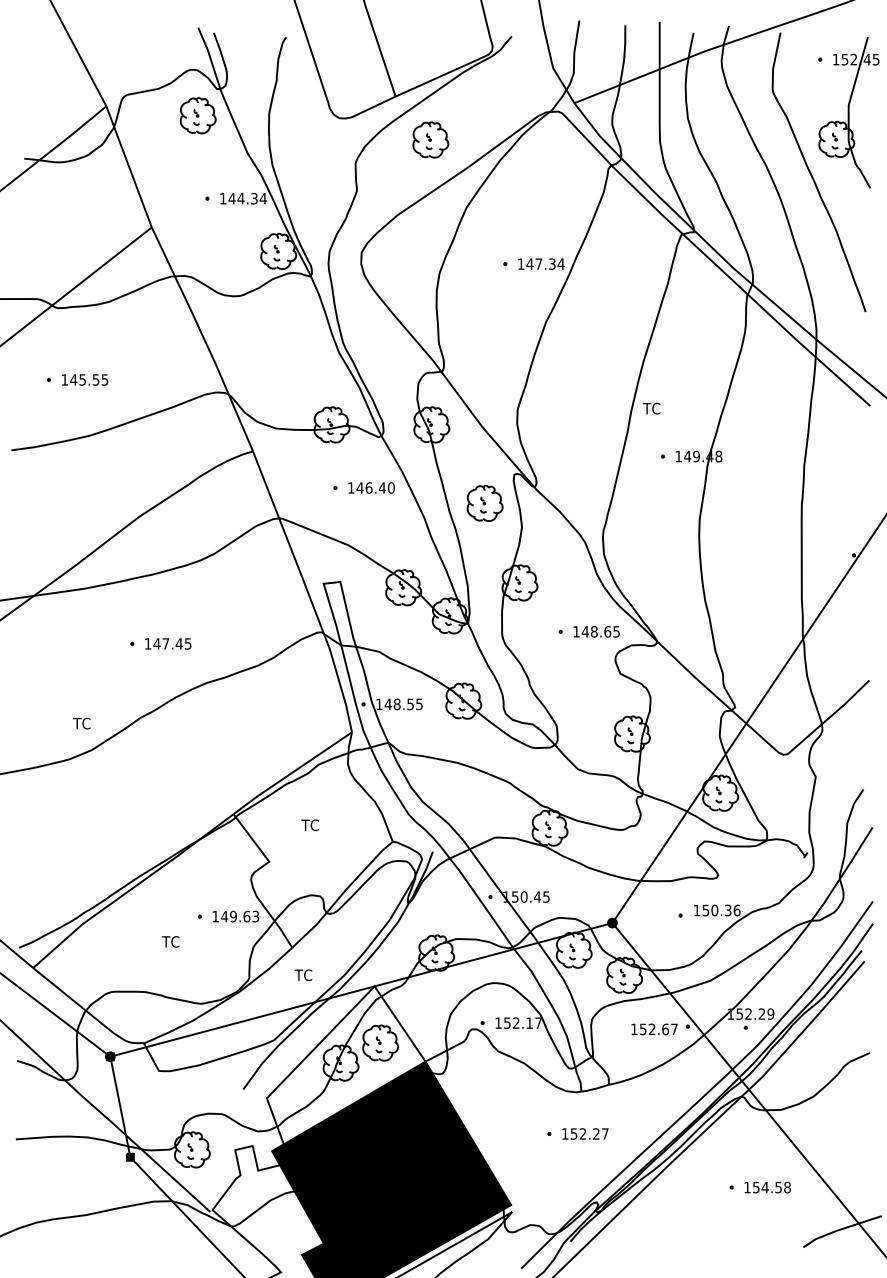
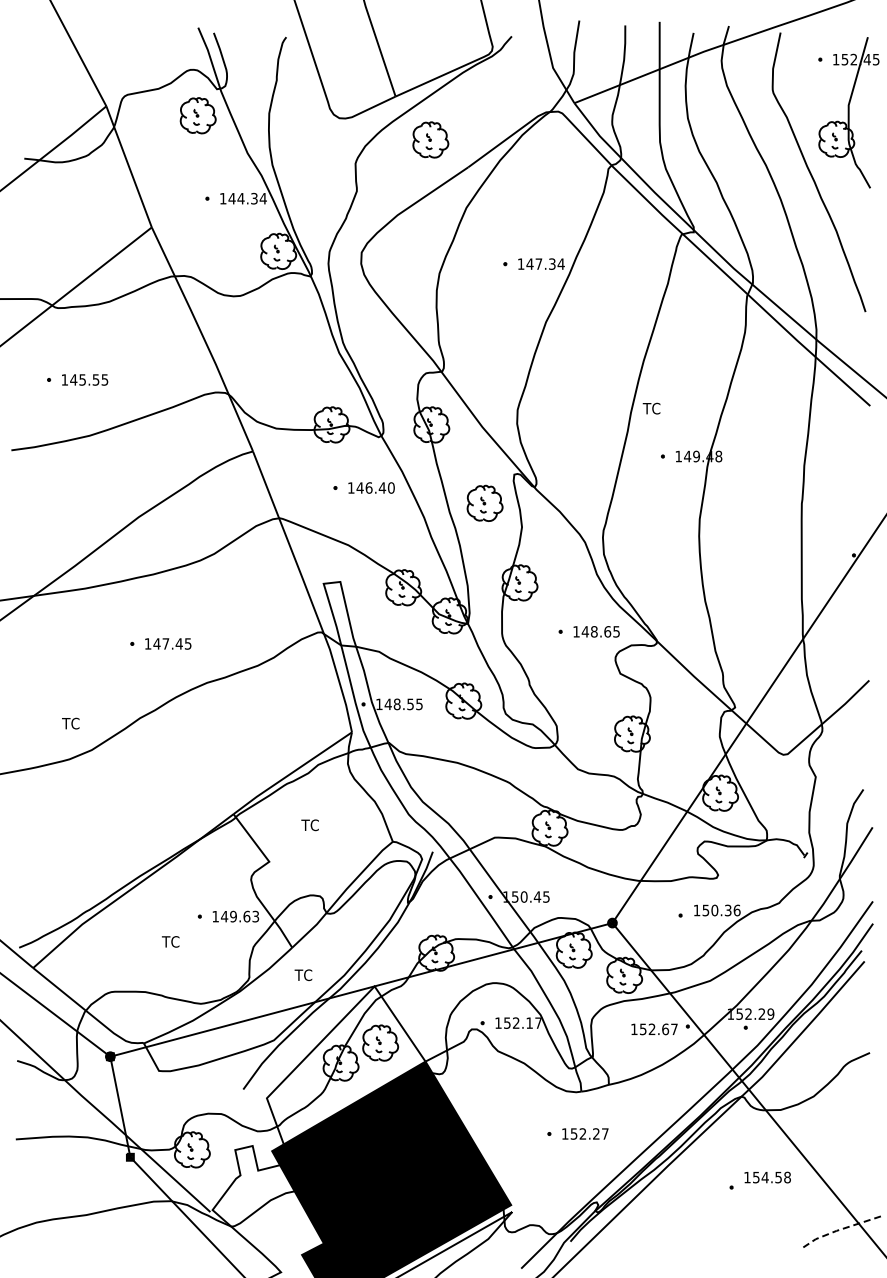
text at (81, 723) position: (81, 723) -> (70, 723)
text at (767, 1187) position: (767, 1187) -> (767, 1177)
line at (840, 1229): solid -> dashed
